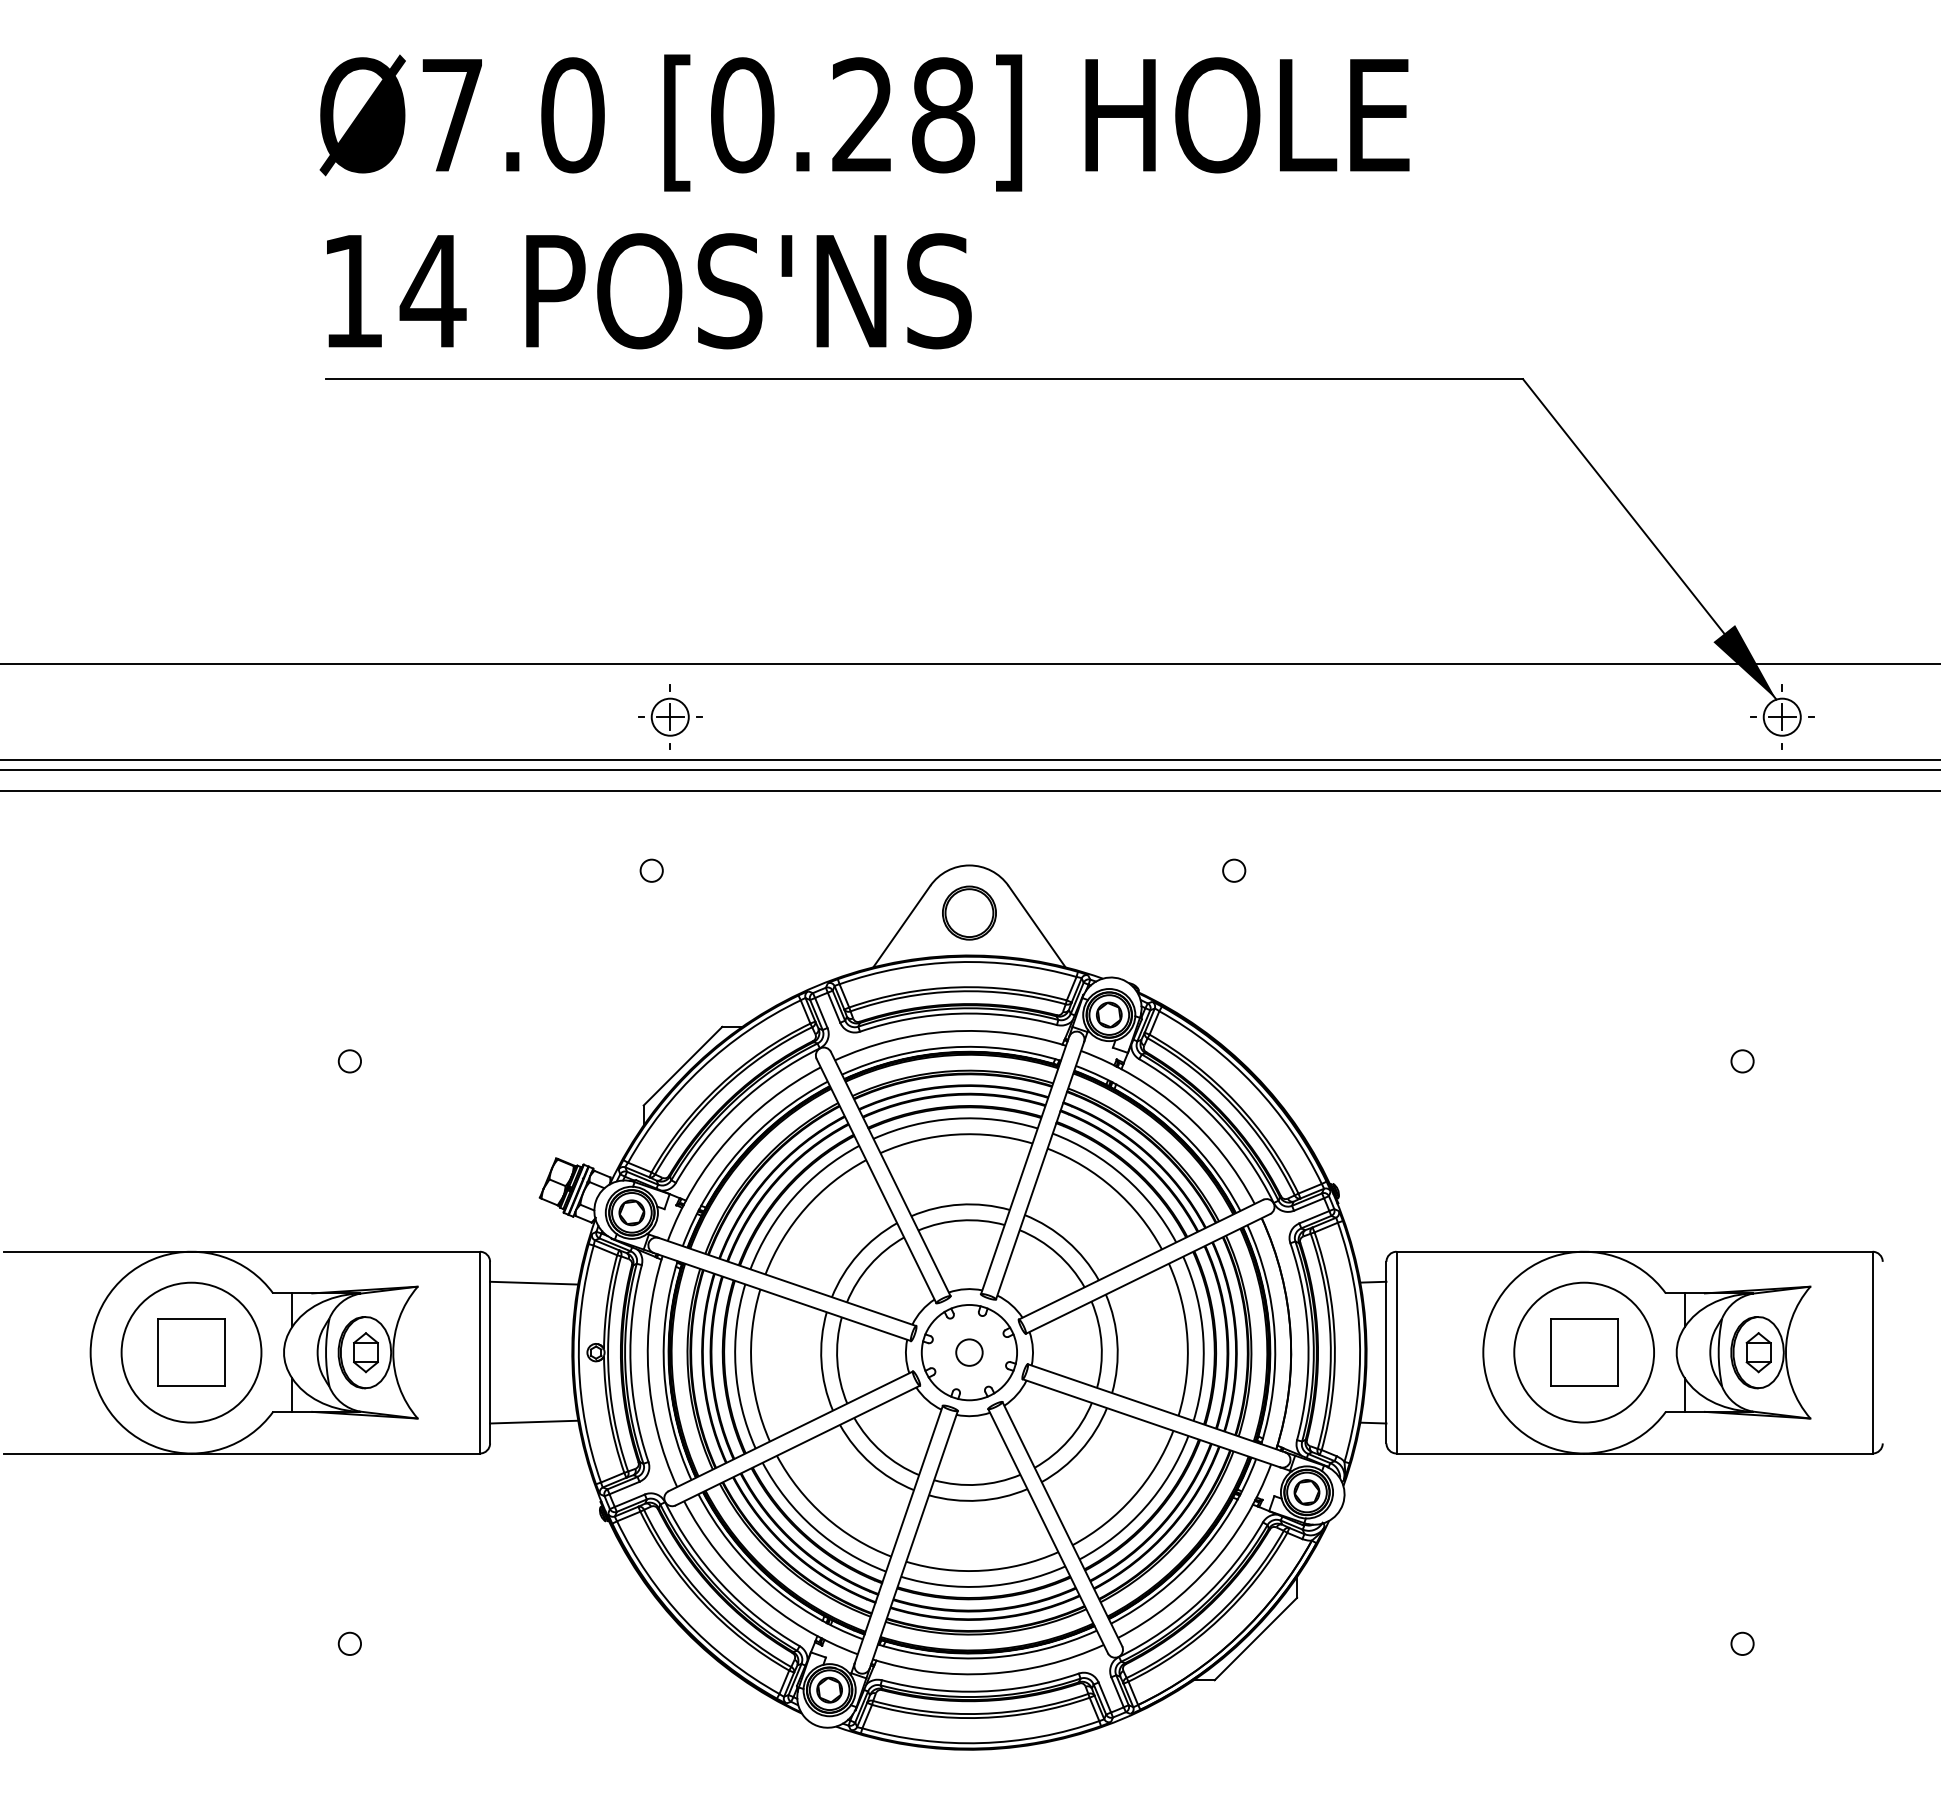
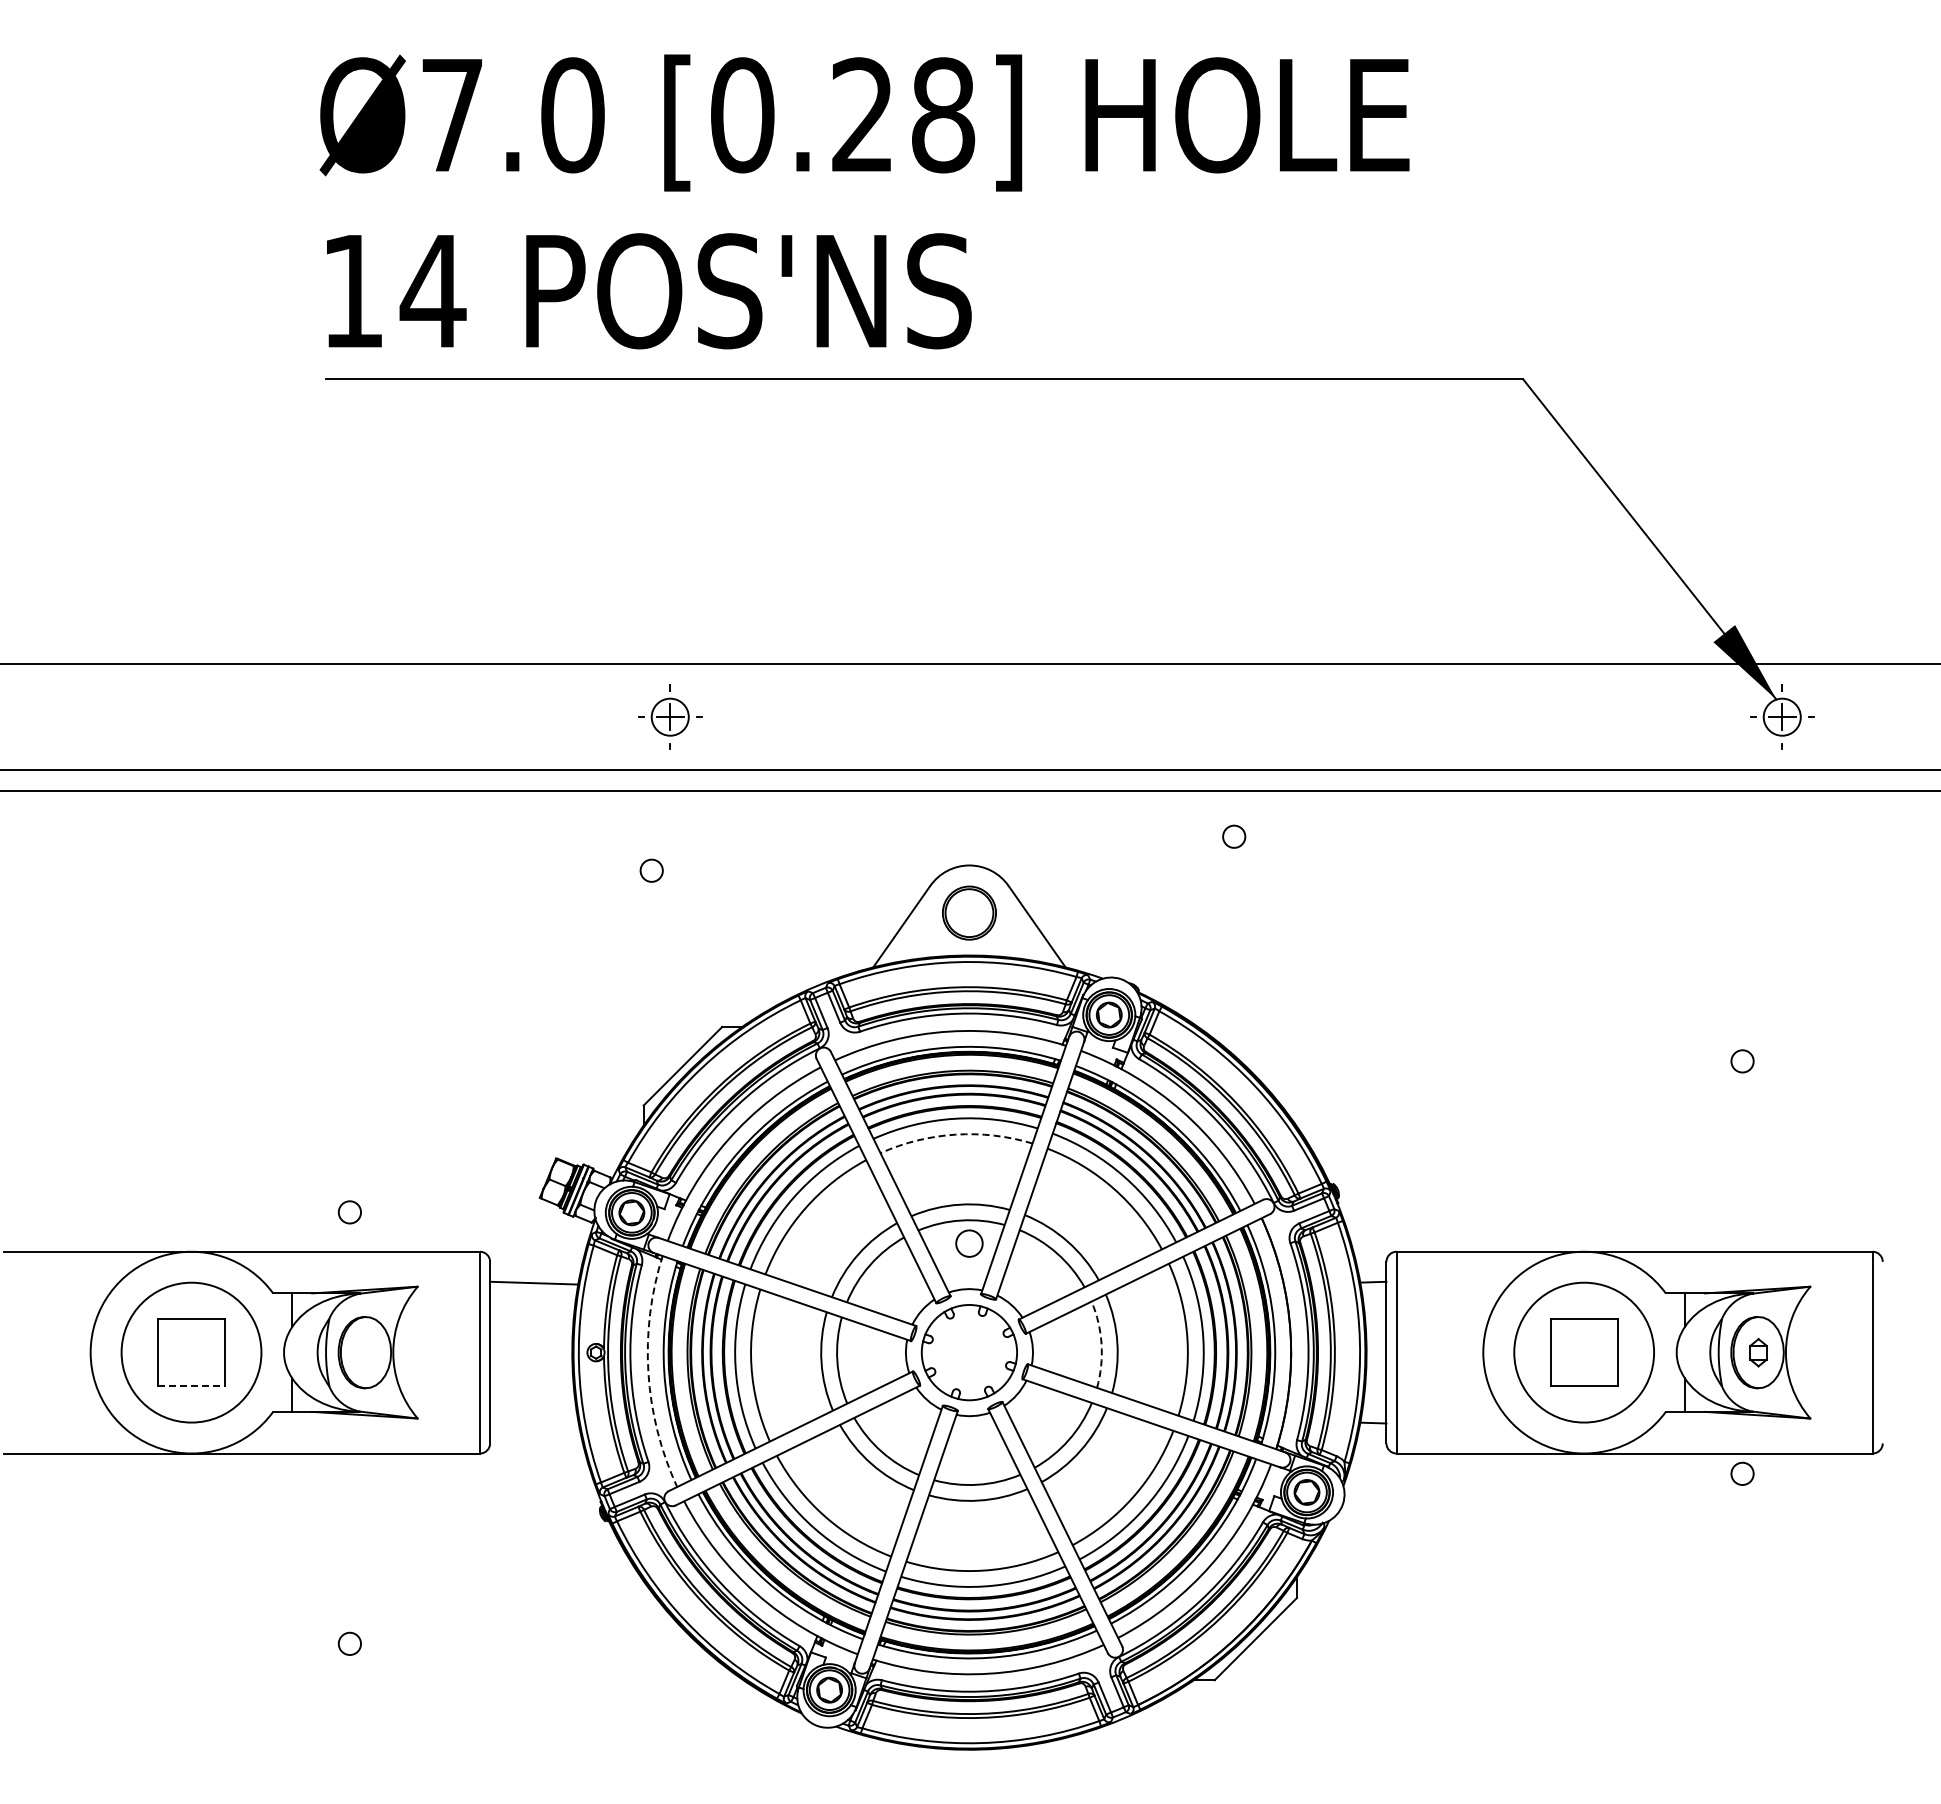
line at (969, 759): present -> none
circle at (1234, 870) position: (1234, 870) -> (1234, 836)
circle at (349, 1061) position: (349, 1061) -> (349, 1212)
arc at (955, 1134): solid -> dashed
arc at (1101, 1344): solid -> dashed
part at (365, 1352): present -> none
circle at (969, 1352) position: (969, 1352) -> (969, 1243)
part at (1758, 1352) size: 27x42 px -> 19x30 px
arc at (648, 1372): solid -> dashed
line at (191, 1386): solid -> dashed
line at (534, 1421): present -> none
circle at (1742, 1643) position: (1742, 1643) -> (1742, 1473)
